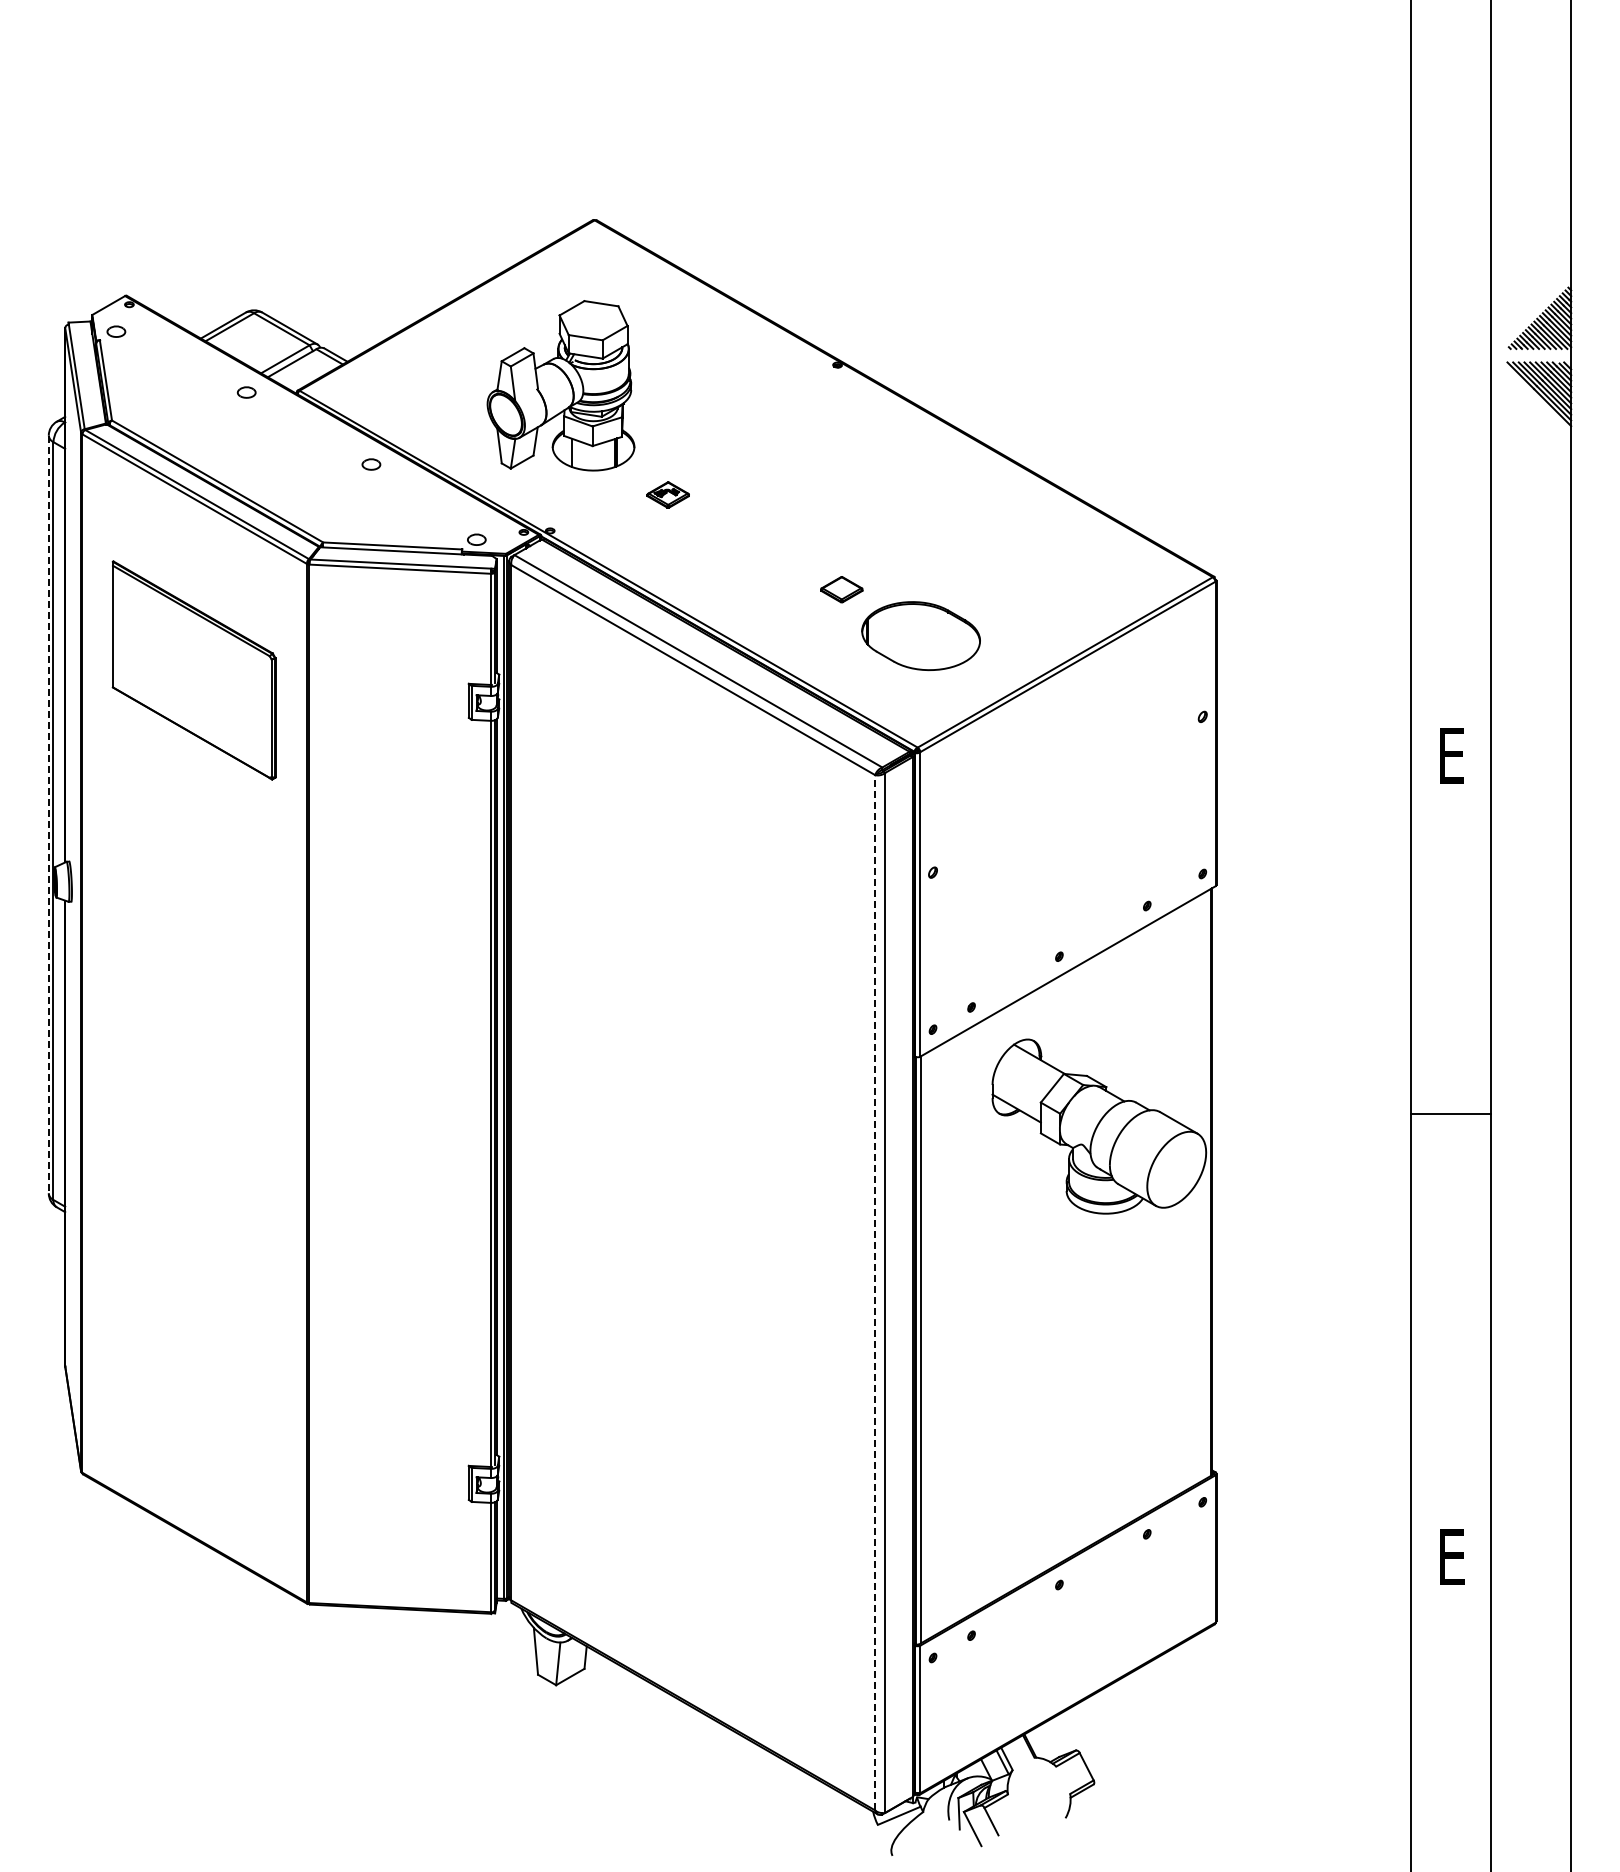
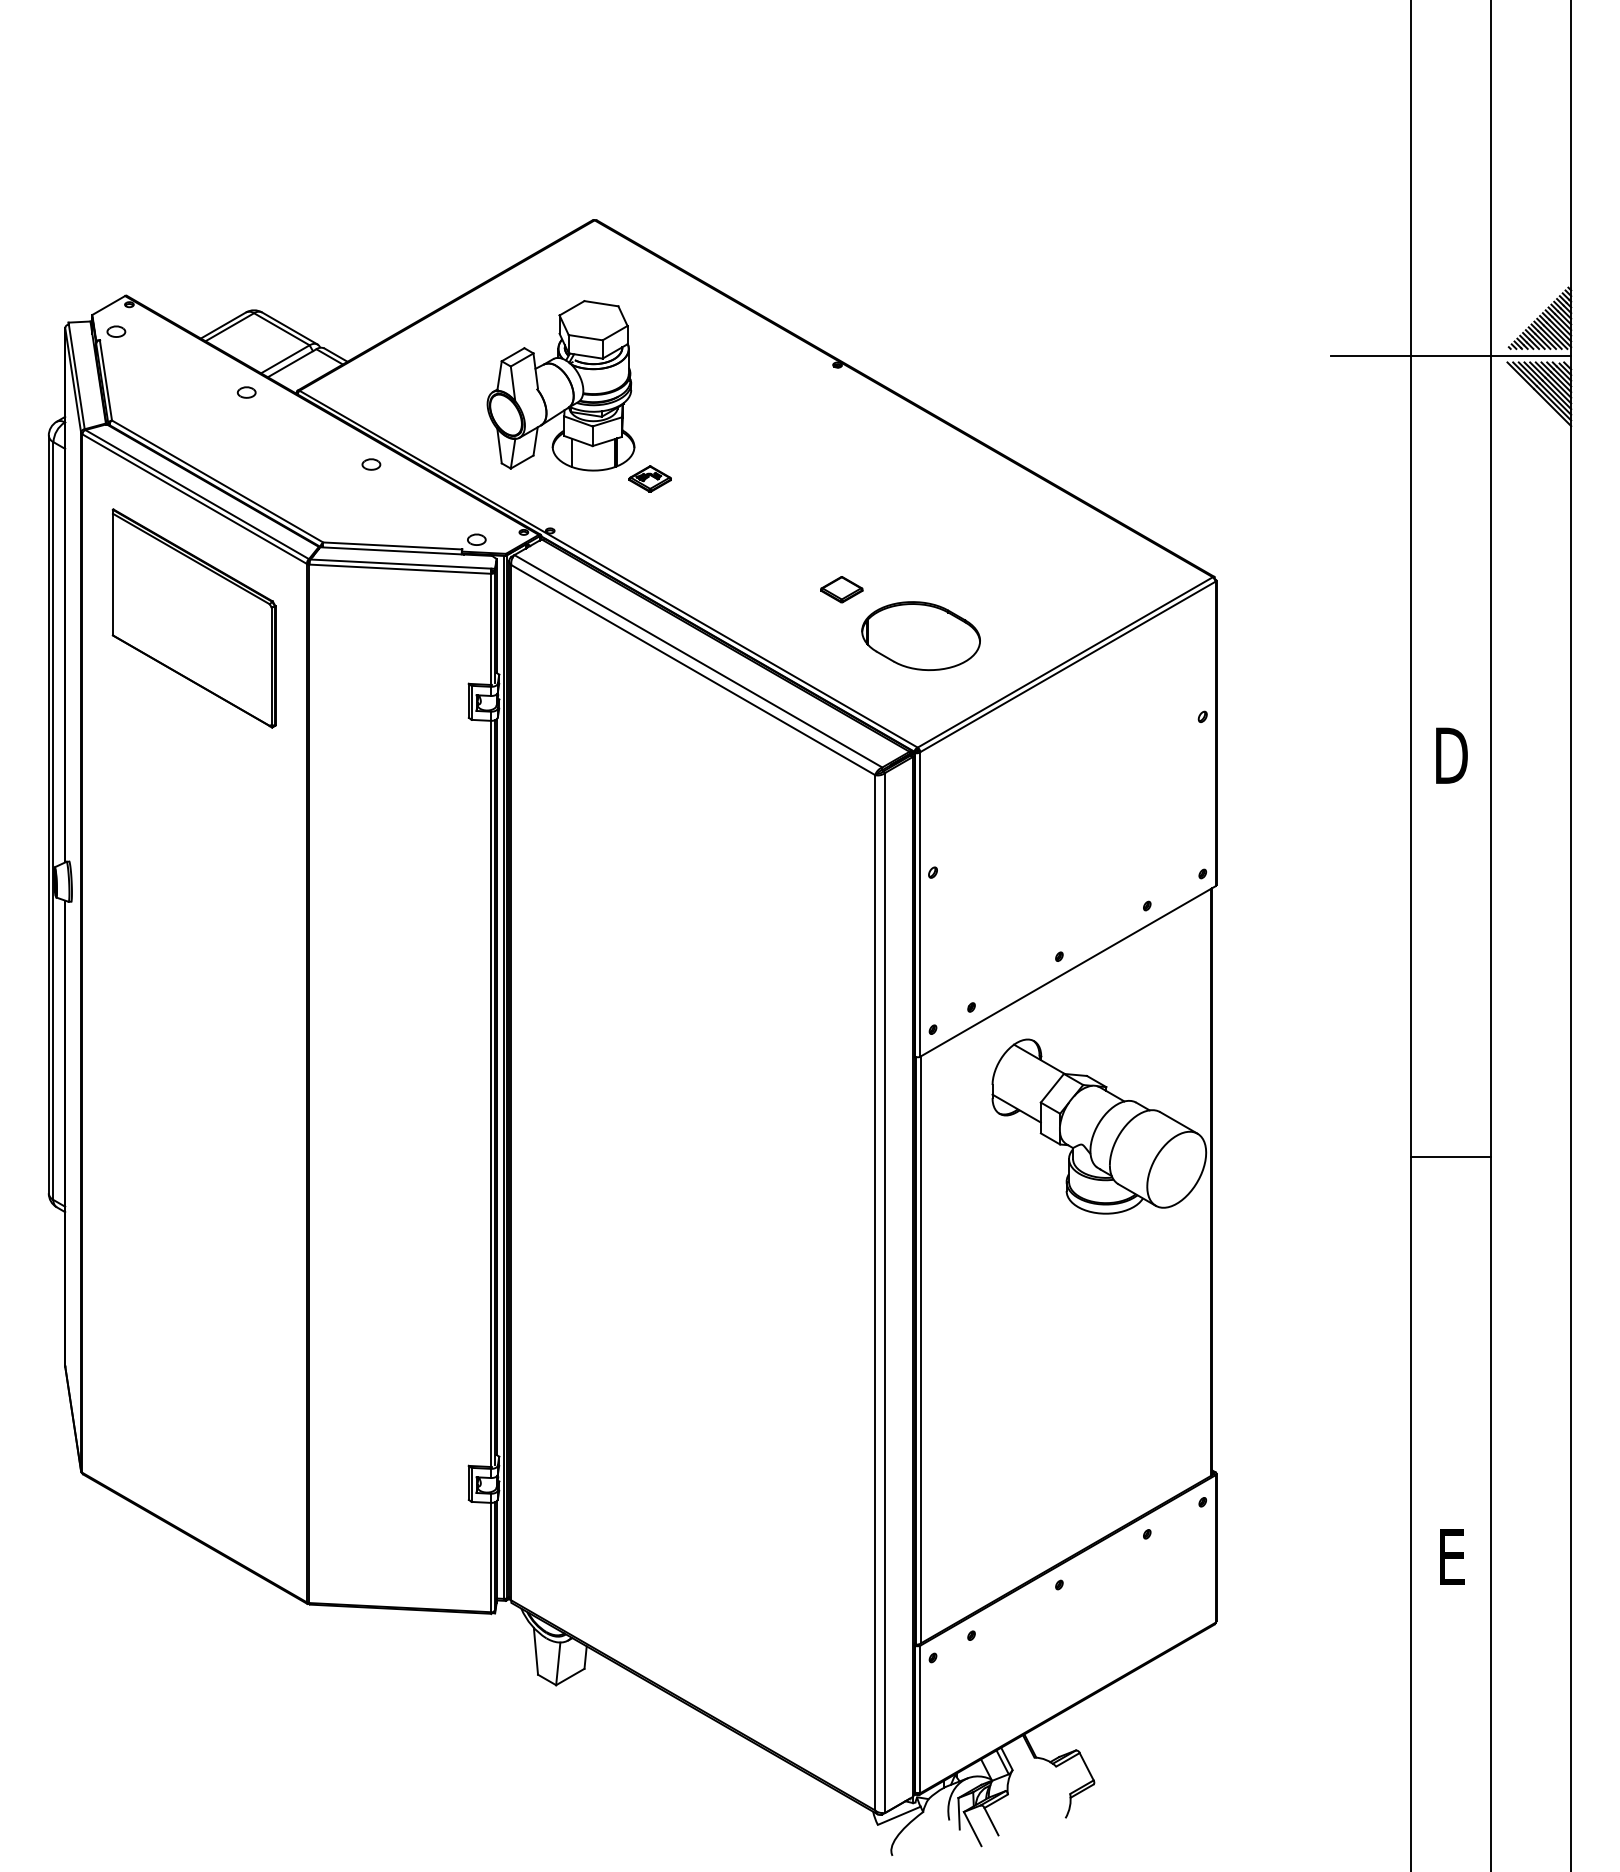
line at (1450, 355): none -> present
part at (667, 494) position: (667, 494) -> (649, 478)
part at (193, 670) position: (193, 670) -> (193, 618)
text at (1451, 755): E -> D
line at (48, 814): dashed -> solid
line at (1450, 1114) position: (1450, 1114) -> (1450, 1157)
line at (875, 1292): dashed -> solid
